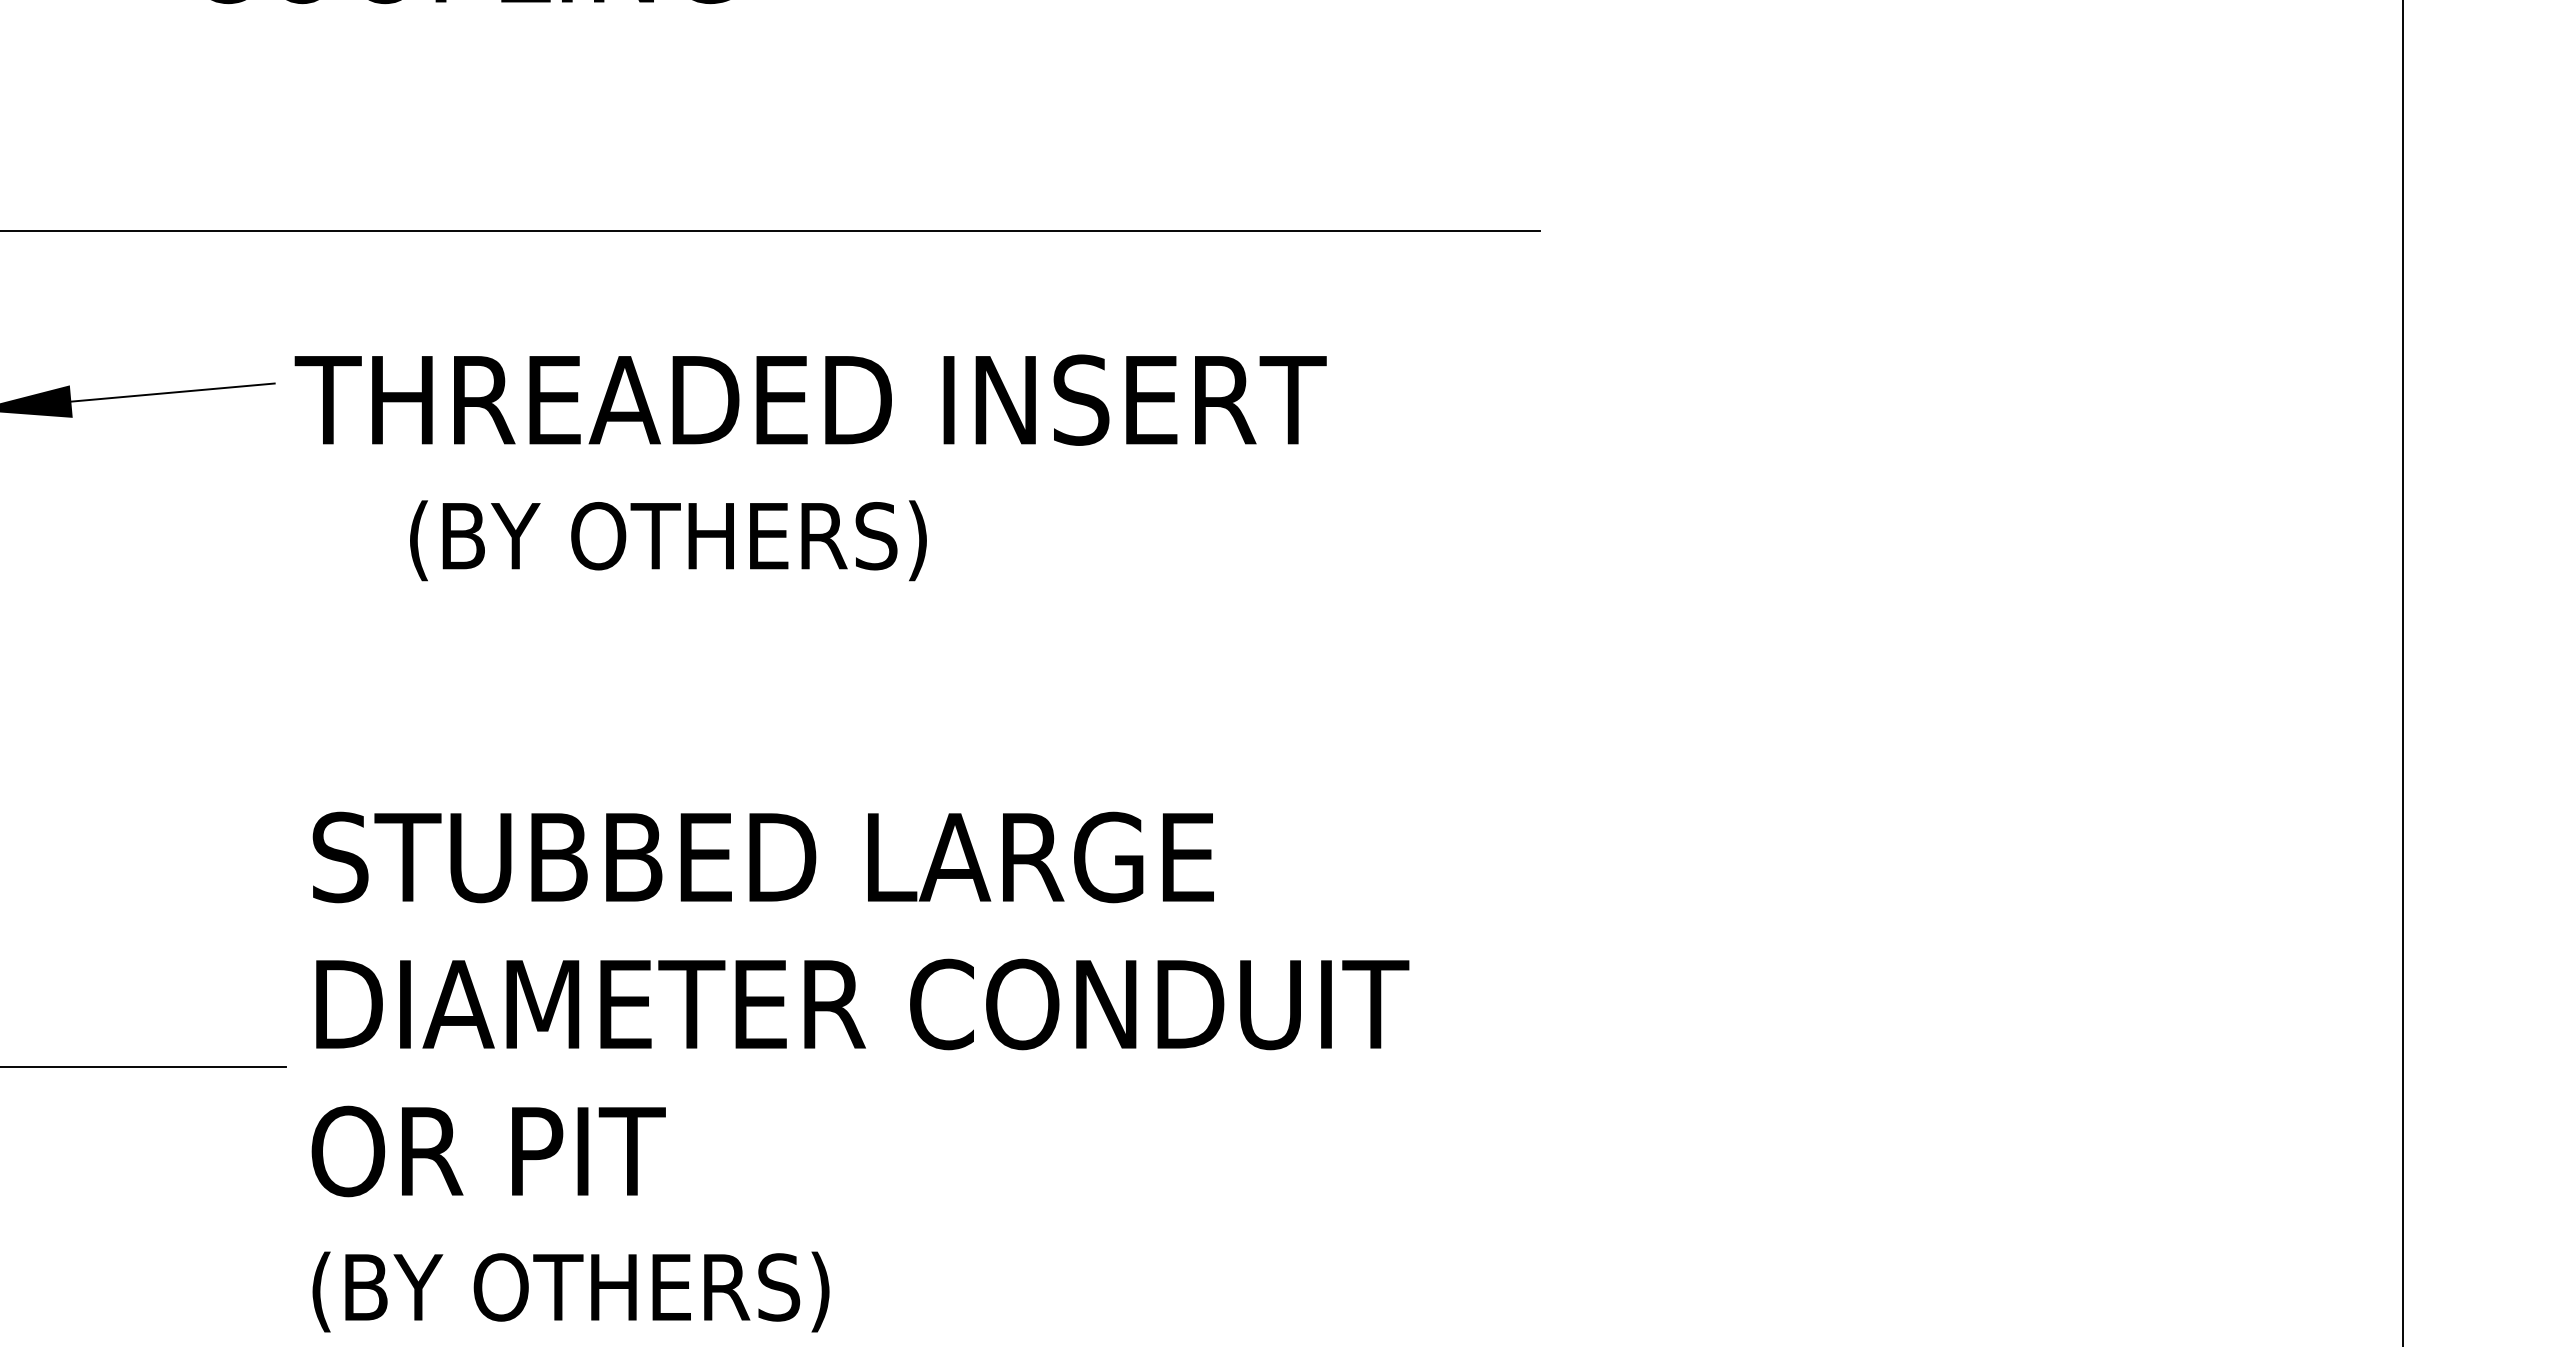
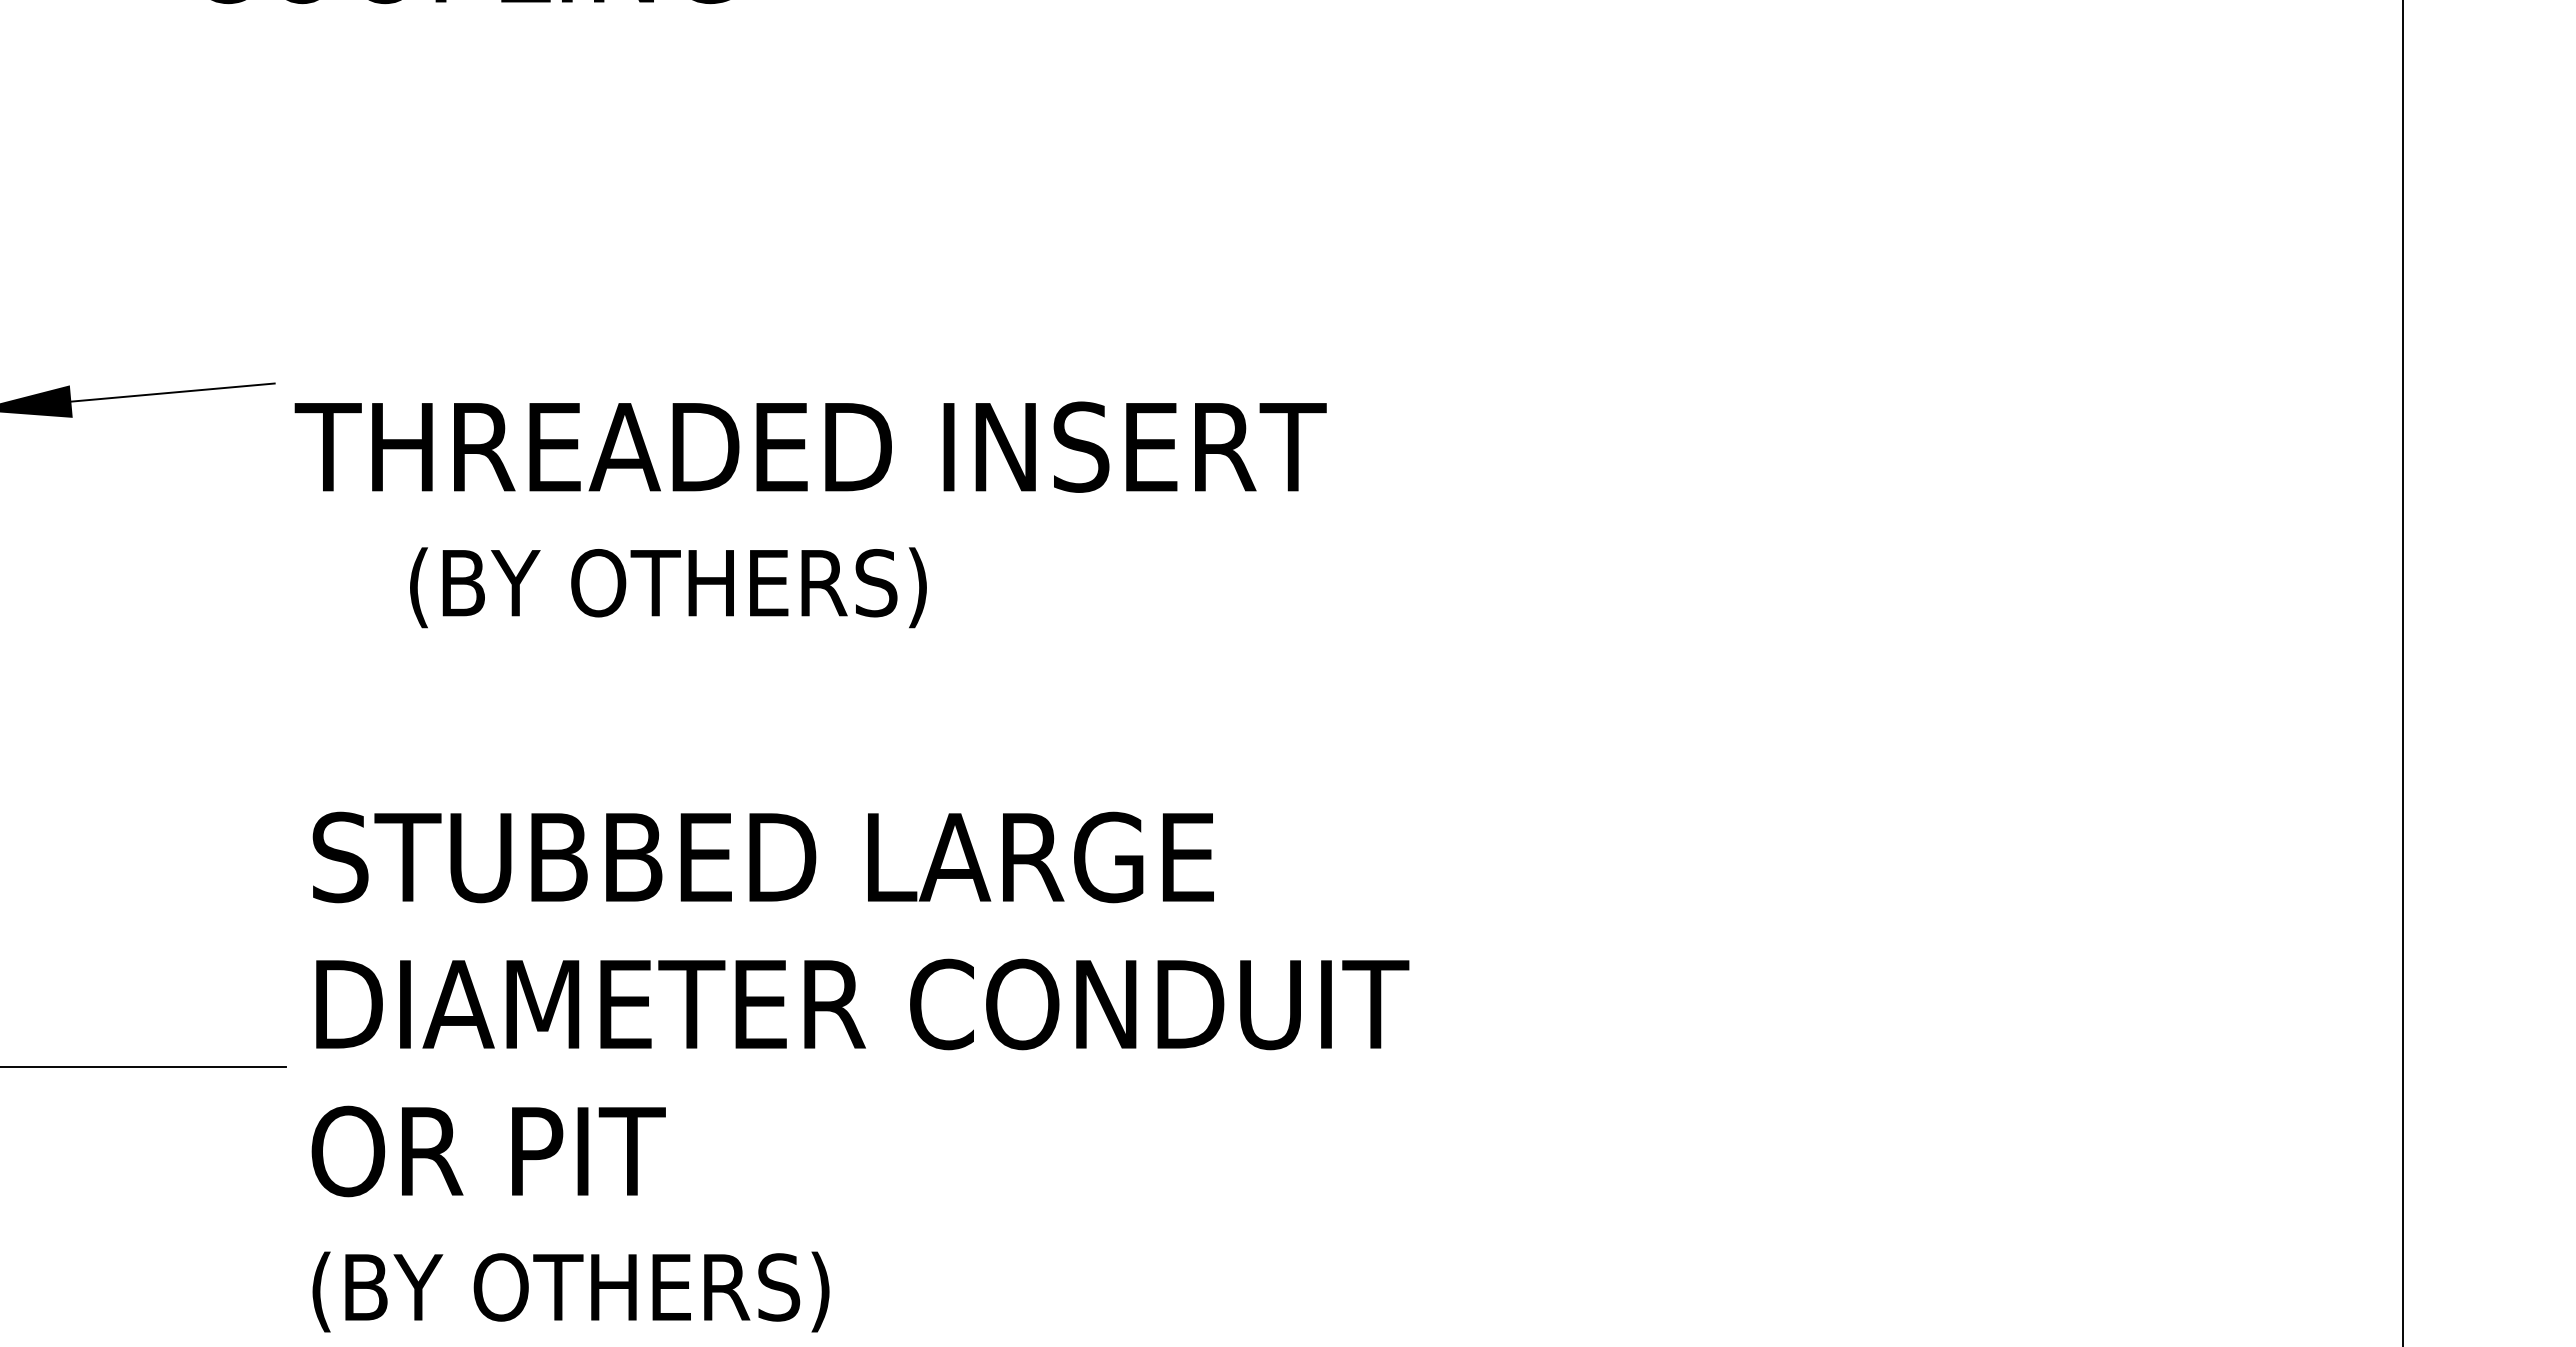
line at (771, 230): present -> none
text at (810, 467) position: (810, 467) -> (810, 514)
